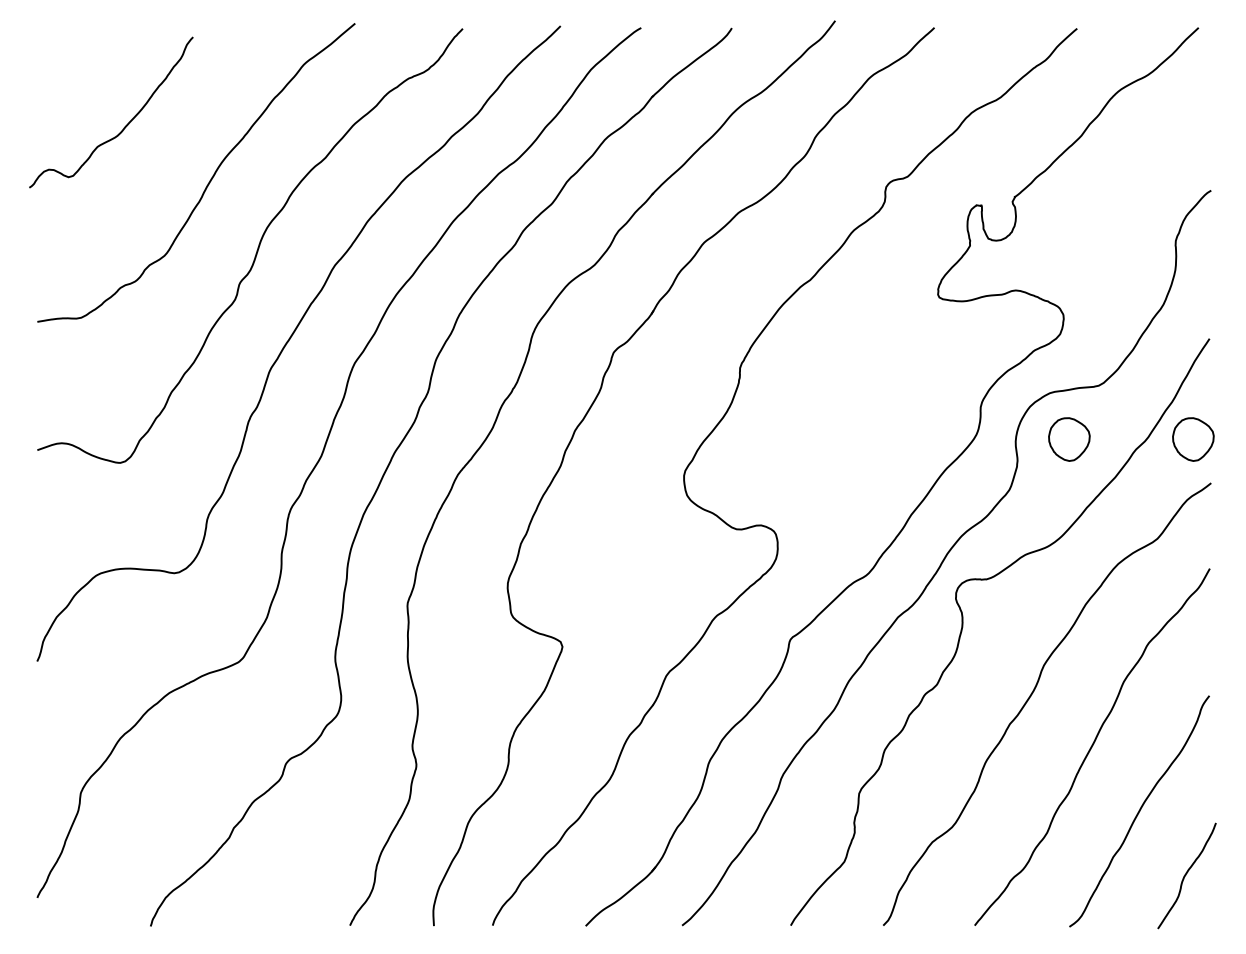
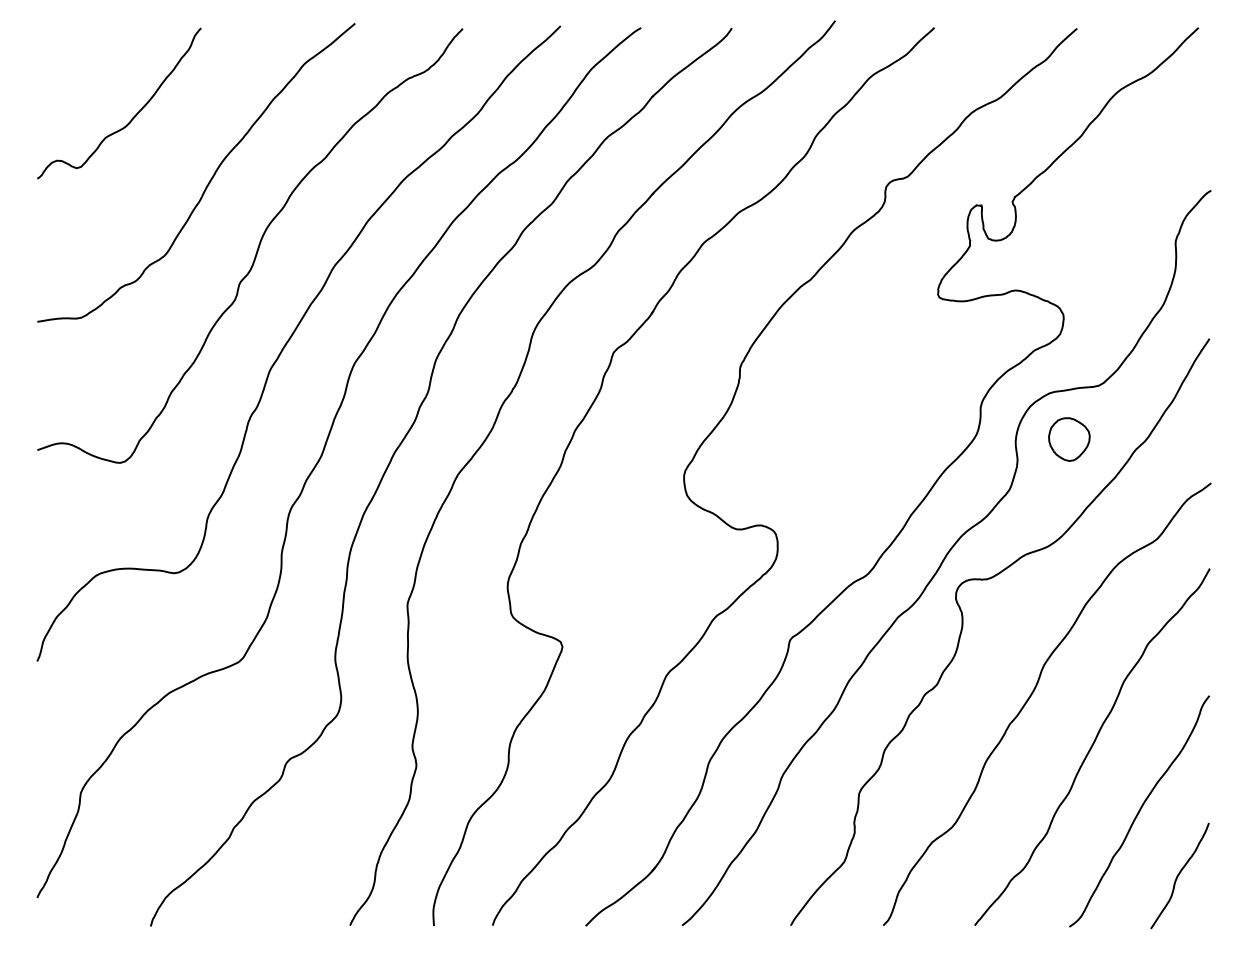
curve at (125, 125) position: (125, 125) -> (133, 116)
part at (1193, 439): present -> none
curve at (1186, 875) position: (1186, 875) -> (1179, 875)
